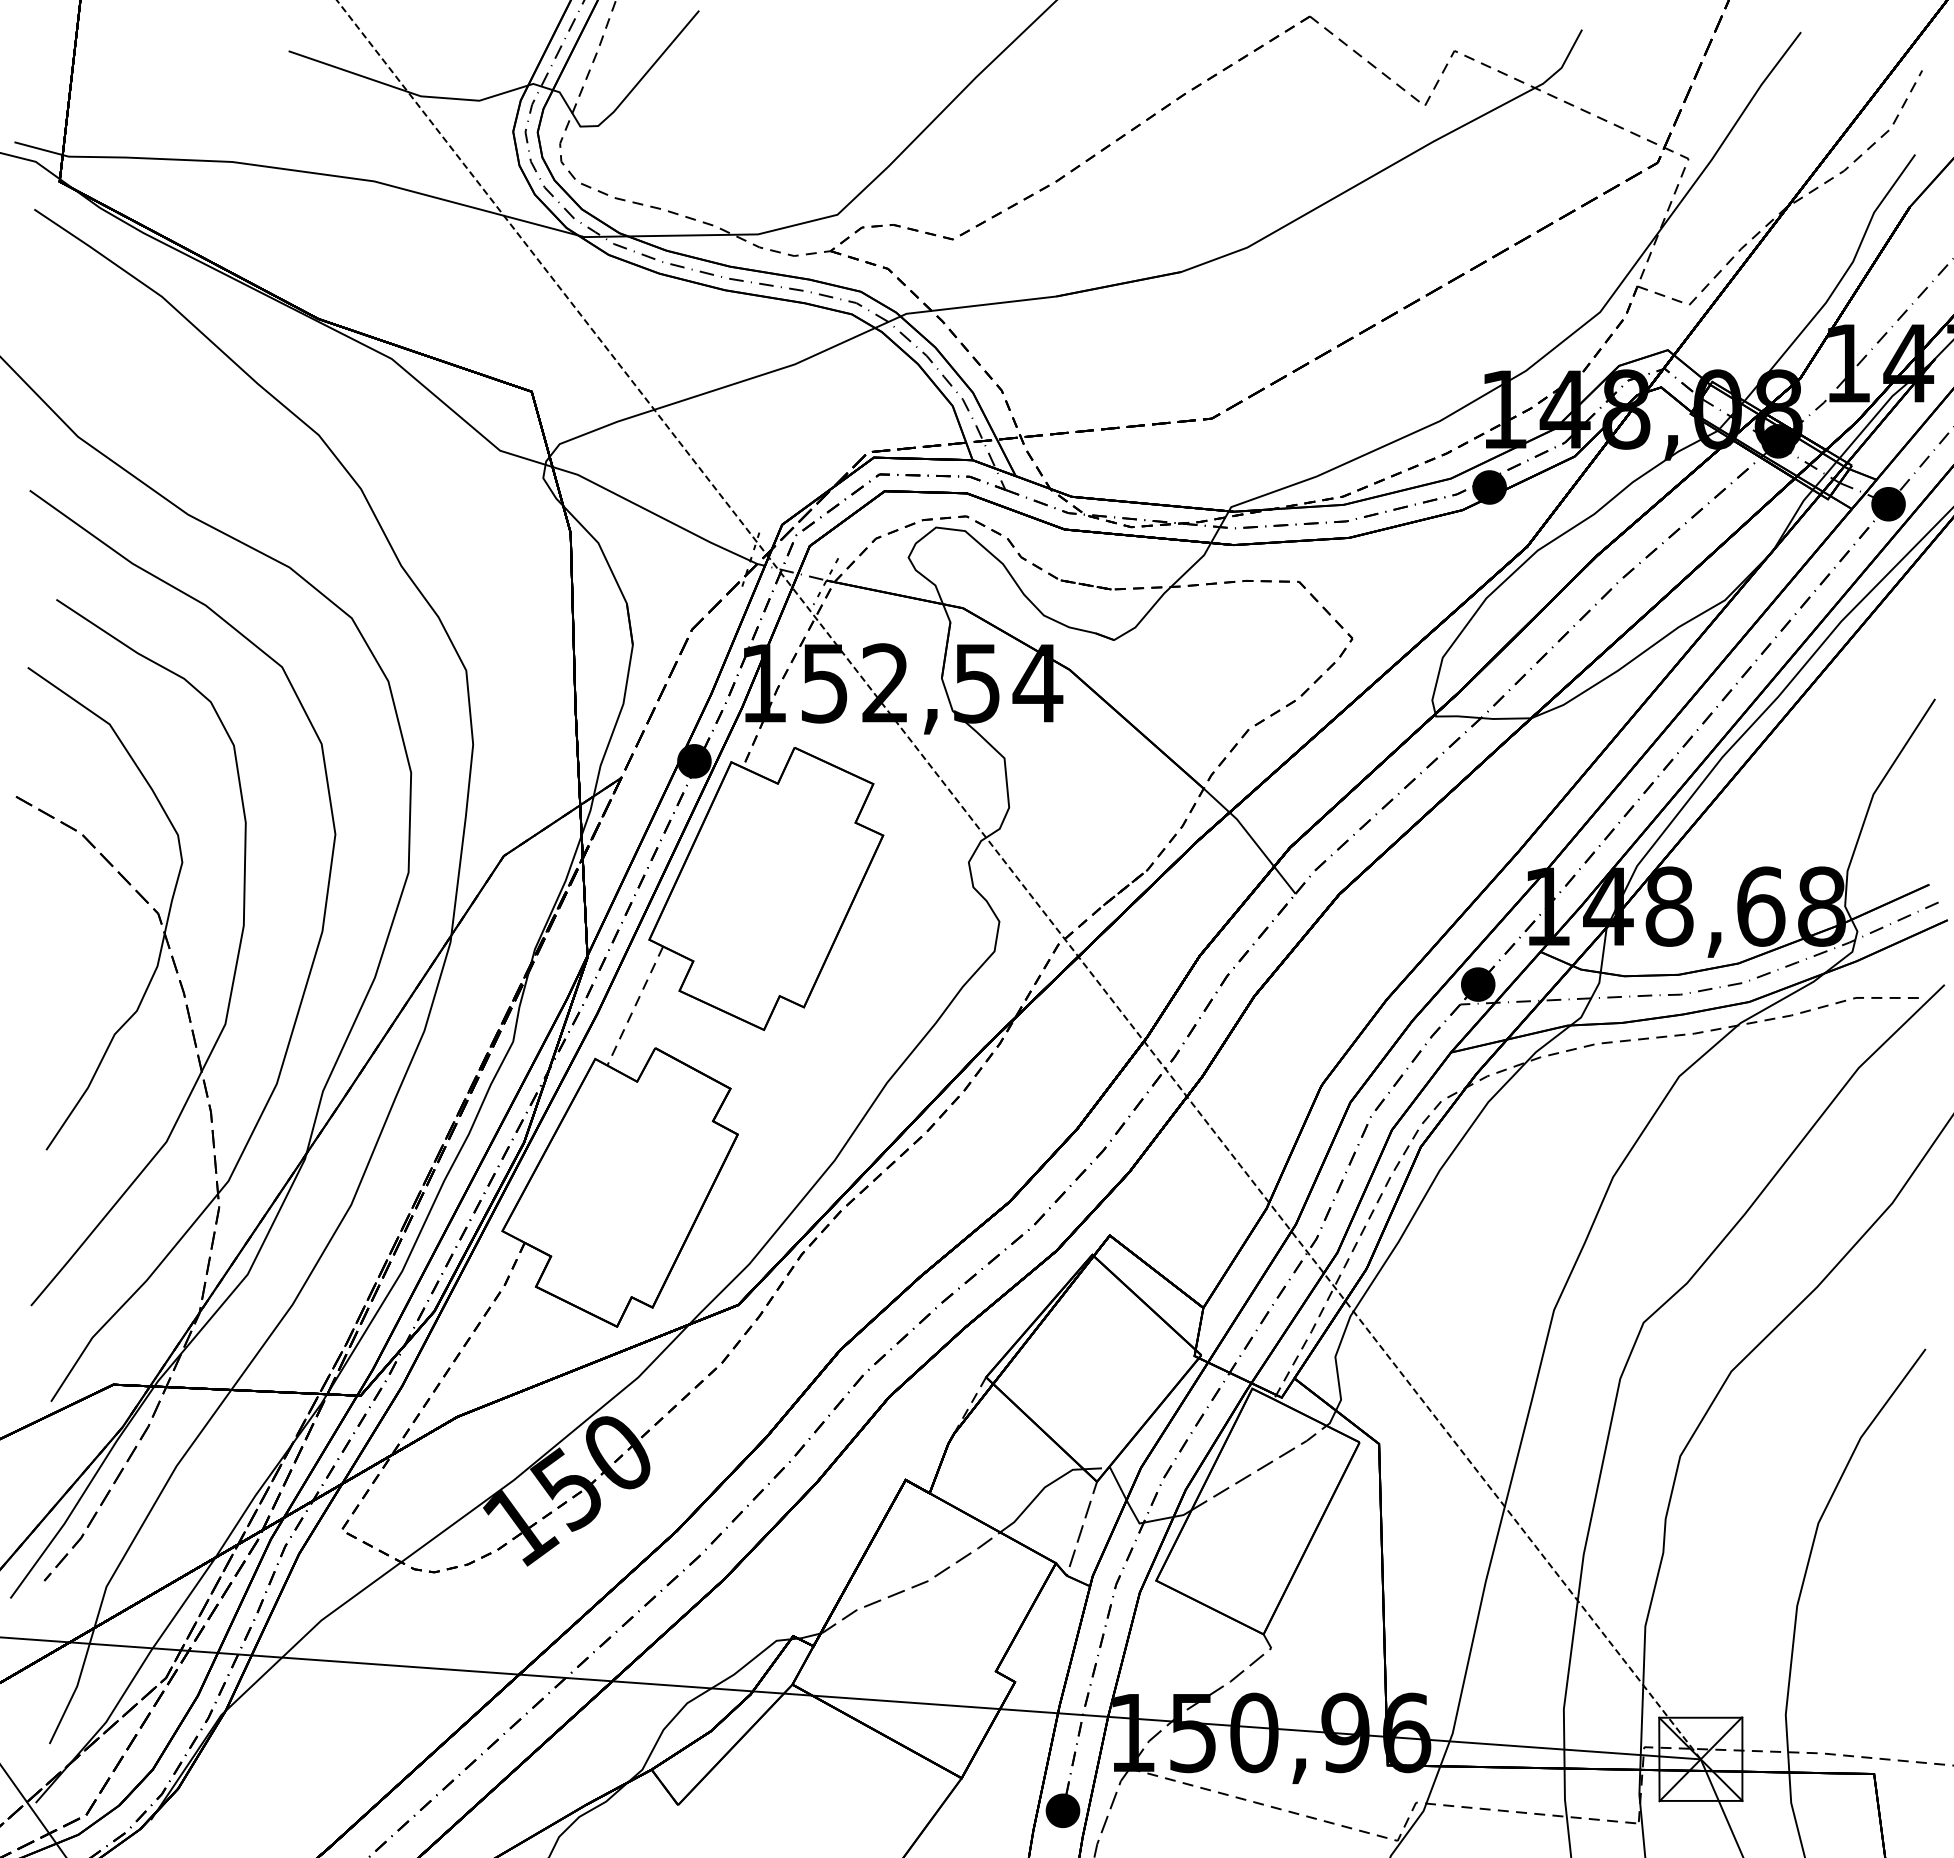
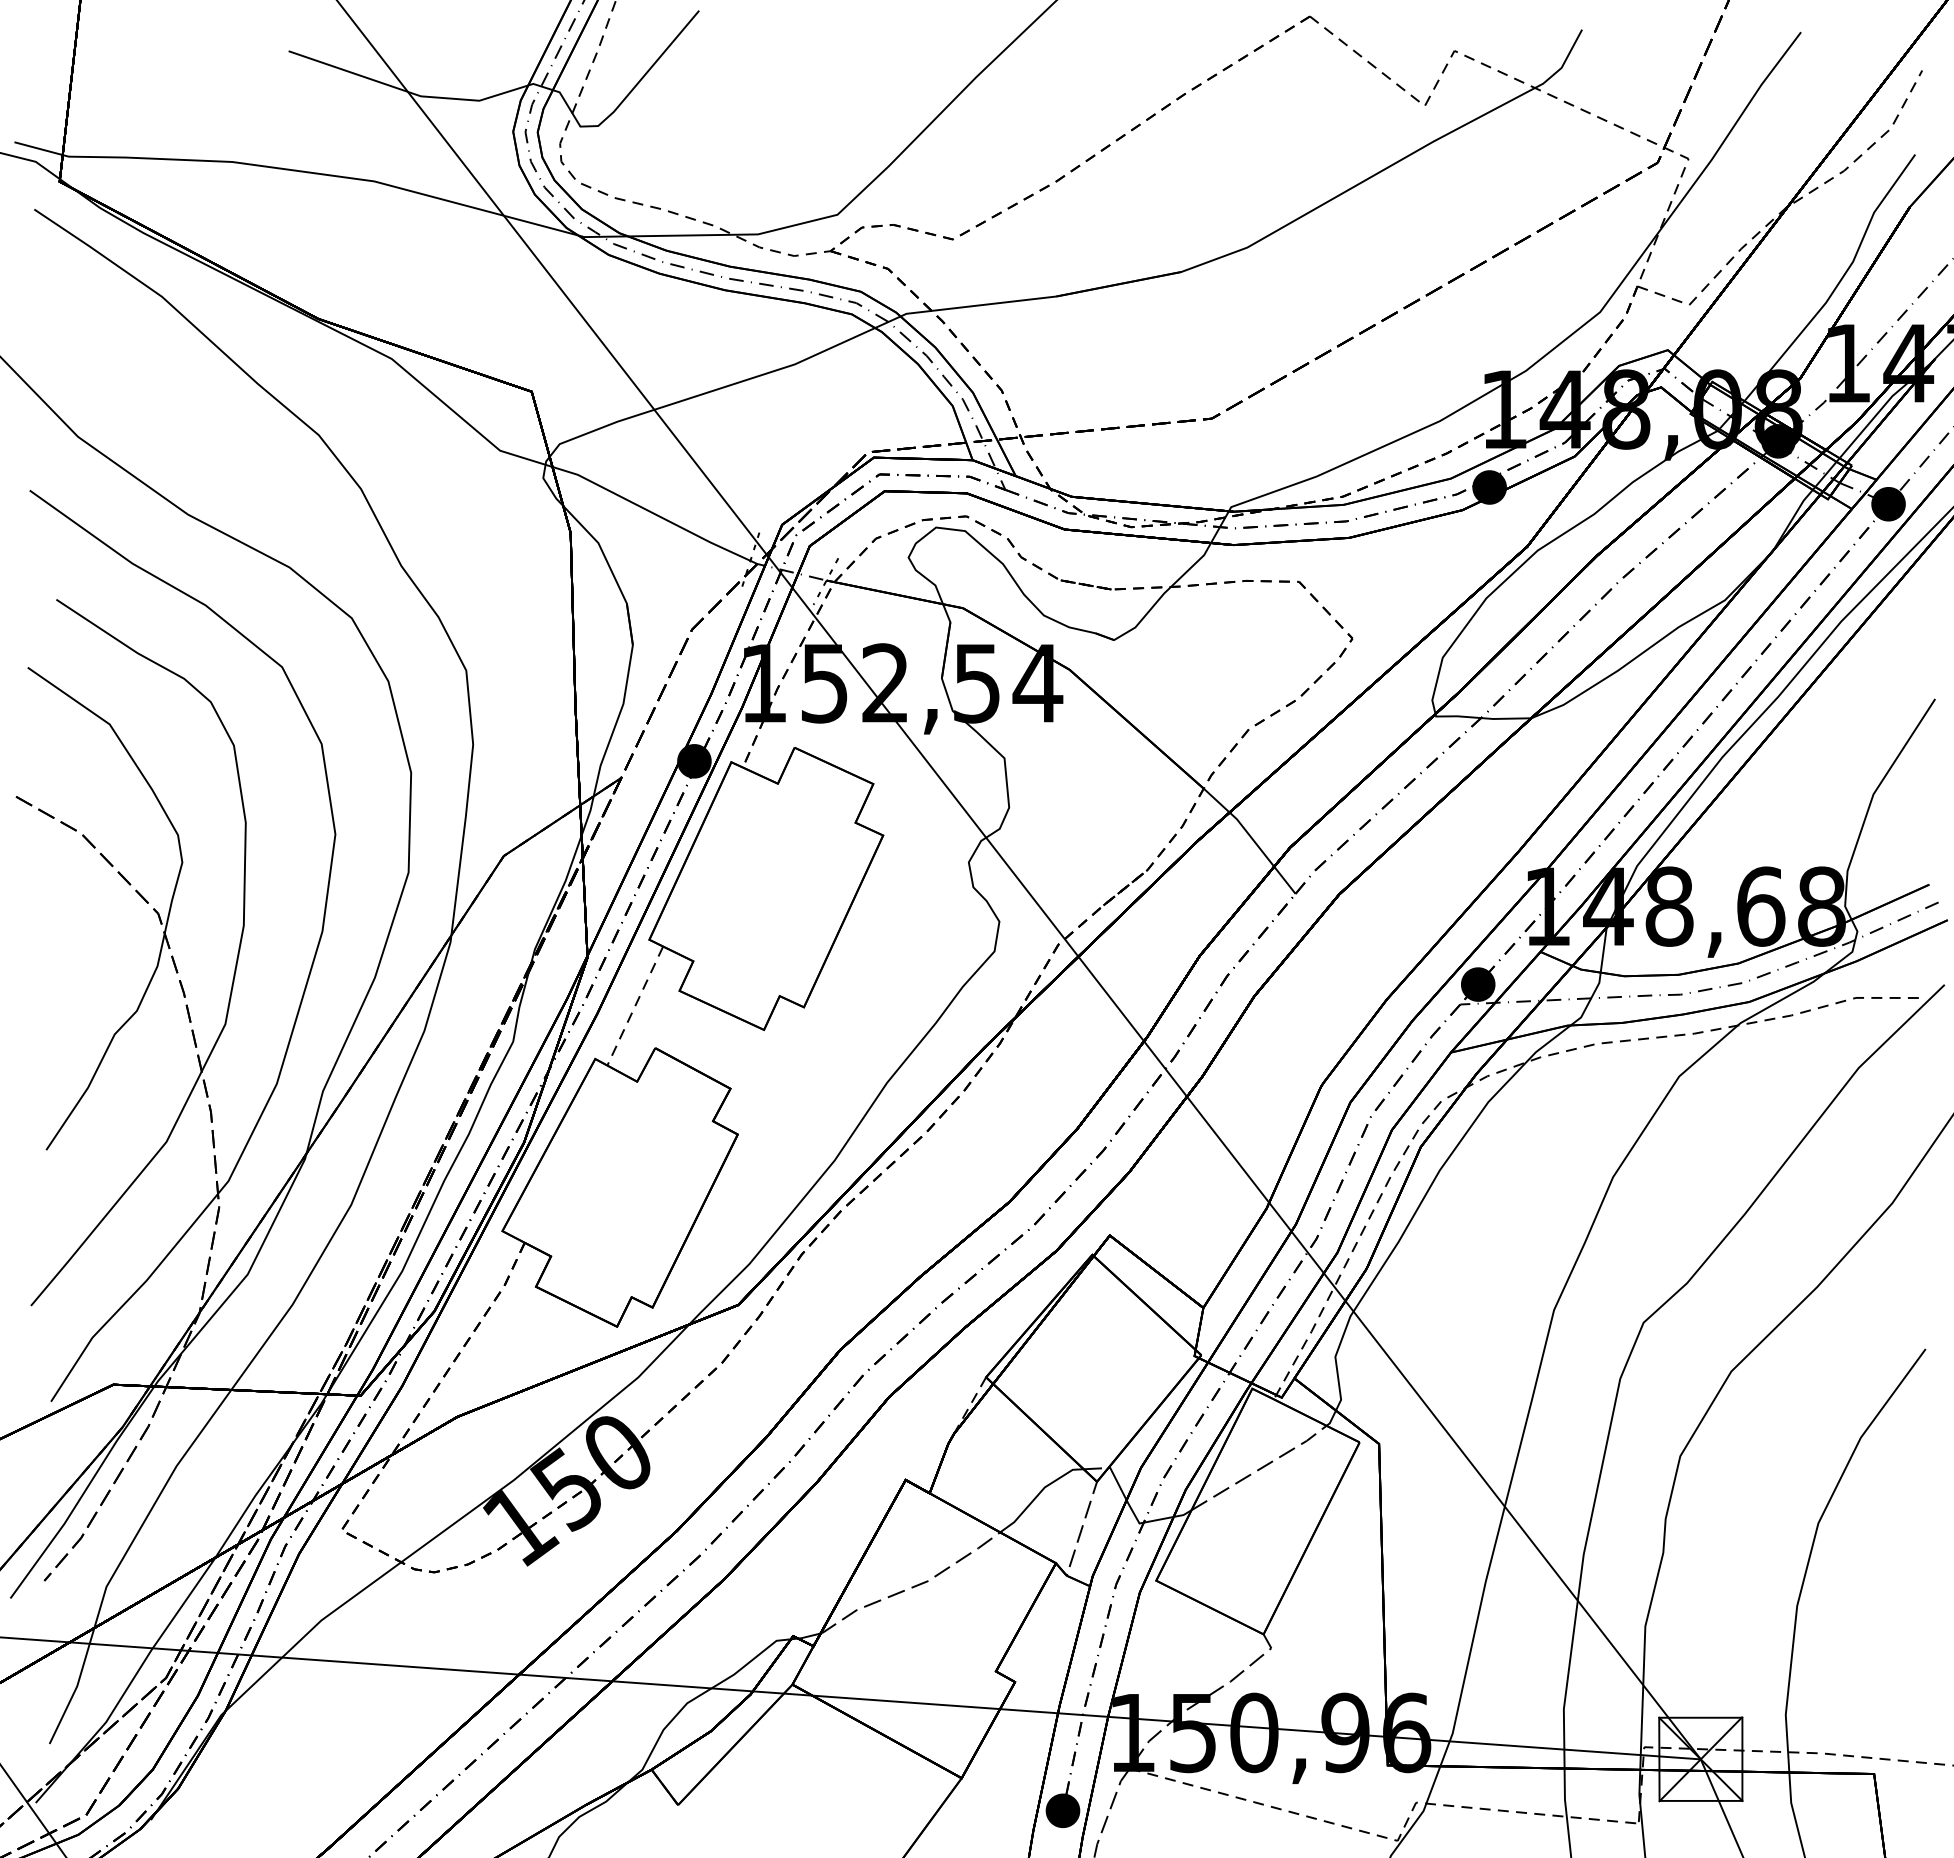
line at (1018, 879): dashed -> solid
